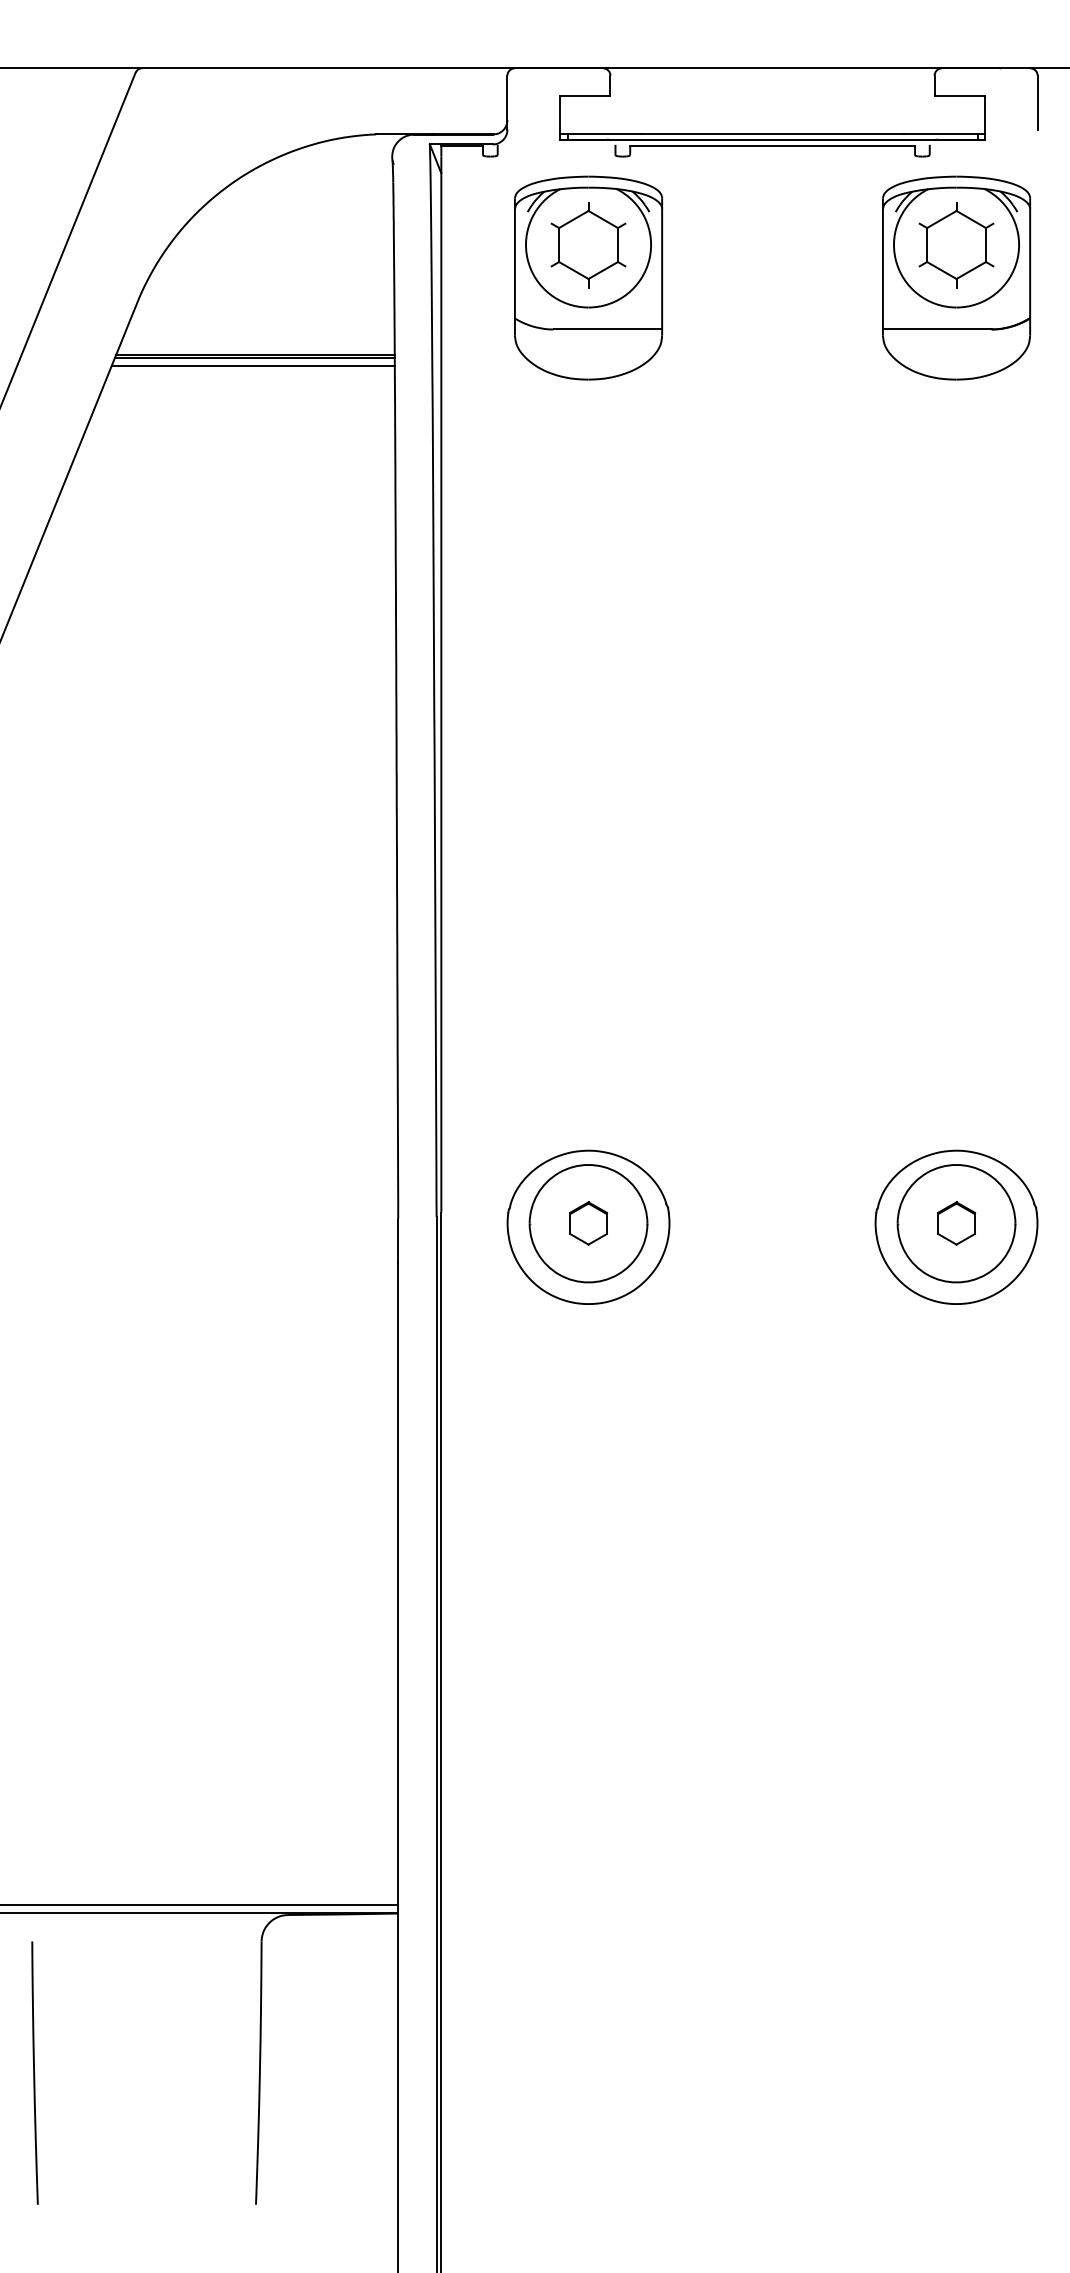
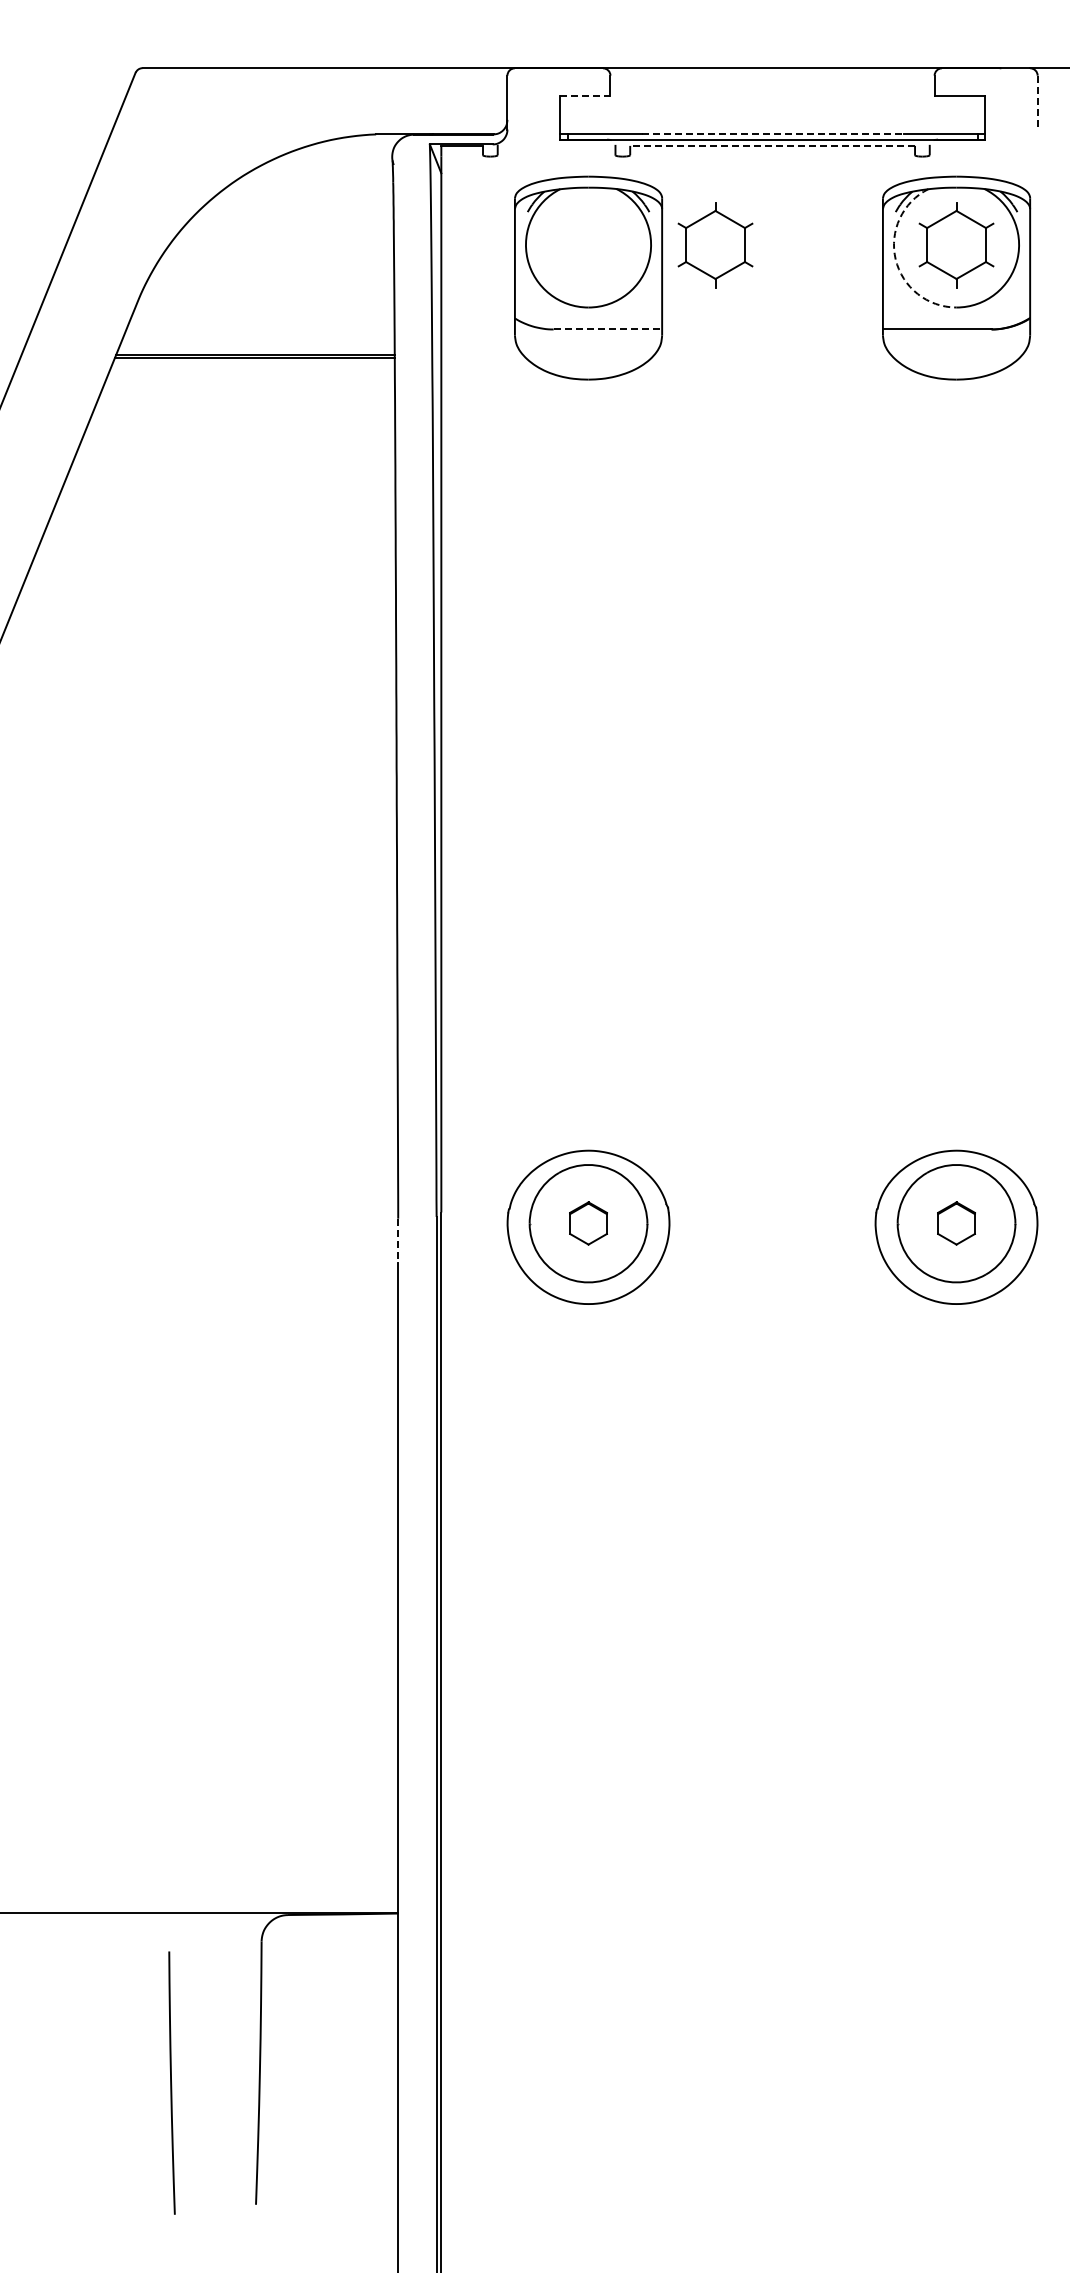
line at (71, 68): present -> none
line at (585, 95): solid -> dashed
line at (1037, 102): solid -> dashed
line at (773, 134): solid -> dashed
line at (772, 145): solid -> dashed
part at (588, 245) position: (588, 245) -> (715, 245)
arc at (895, 259): solid -> dashed
line at (608, 329): solid -> dashed
line at (252, 365): present -> none
line at (398, 1241): solid -> dashed
line at (200, 1905): present -> none
line at (34, 2072) position: (34, 2072) -> (171, 2082)
